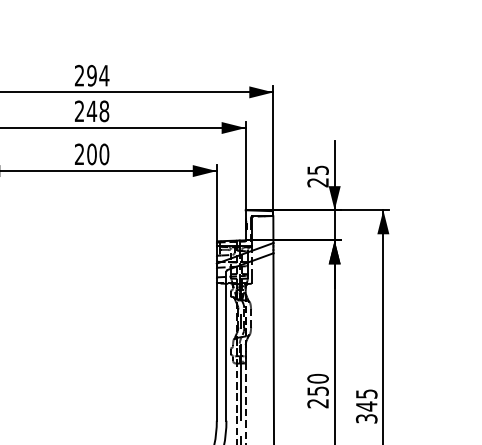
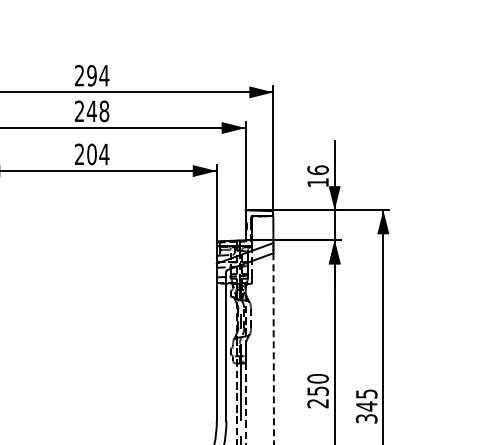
text at (104, 154): 200 -> 204
text at (317, 176): 25 -> 16
line at (273, 348): solid -> dashed
